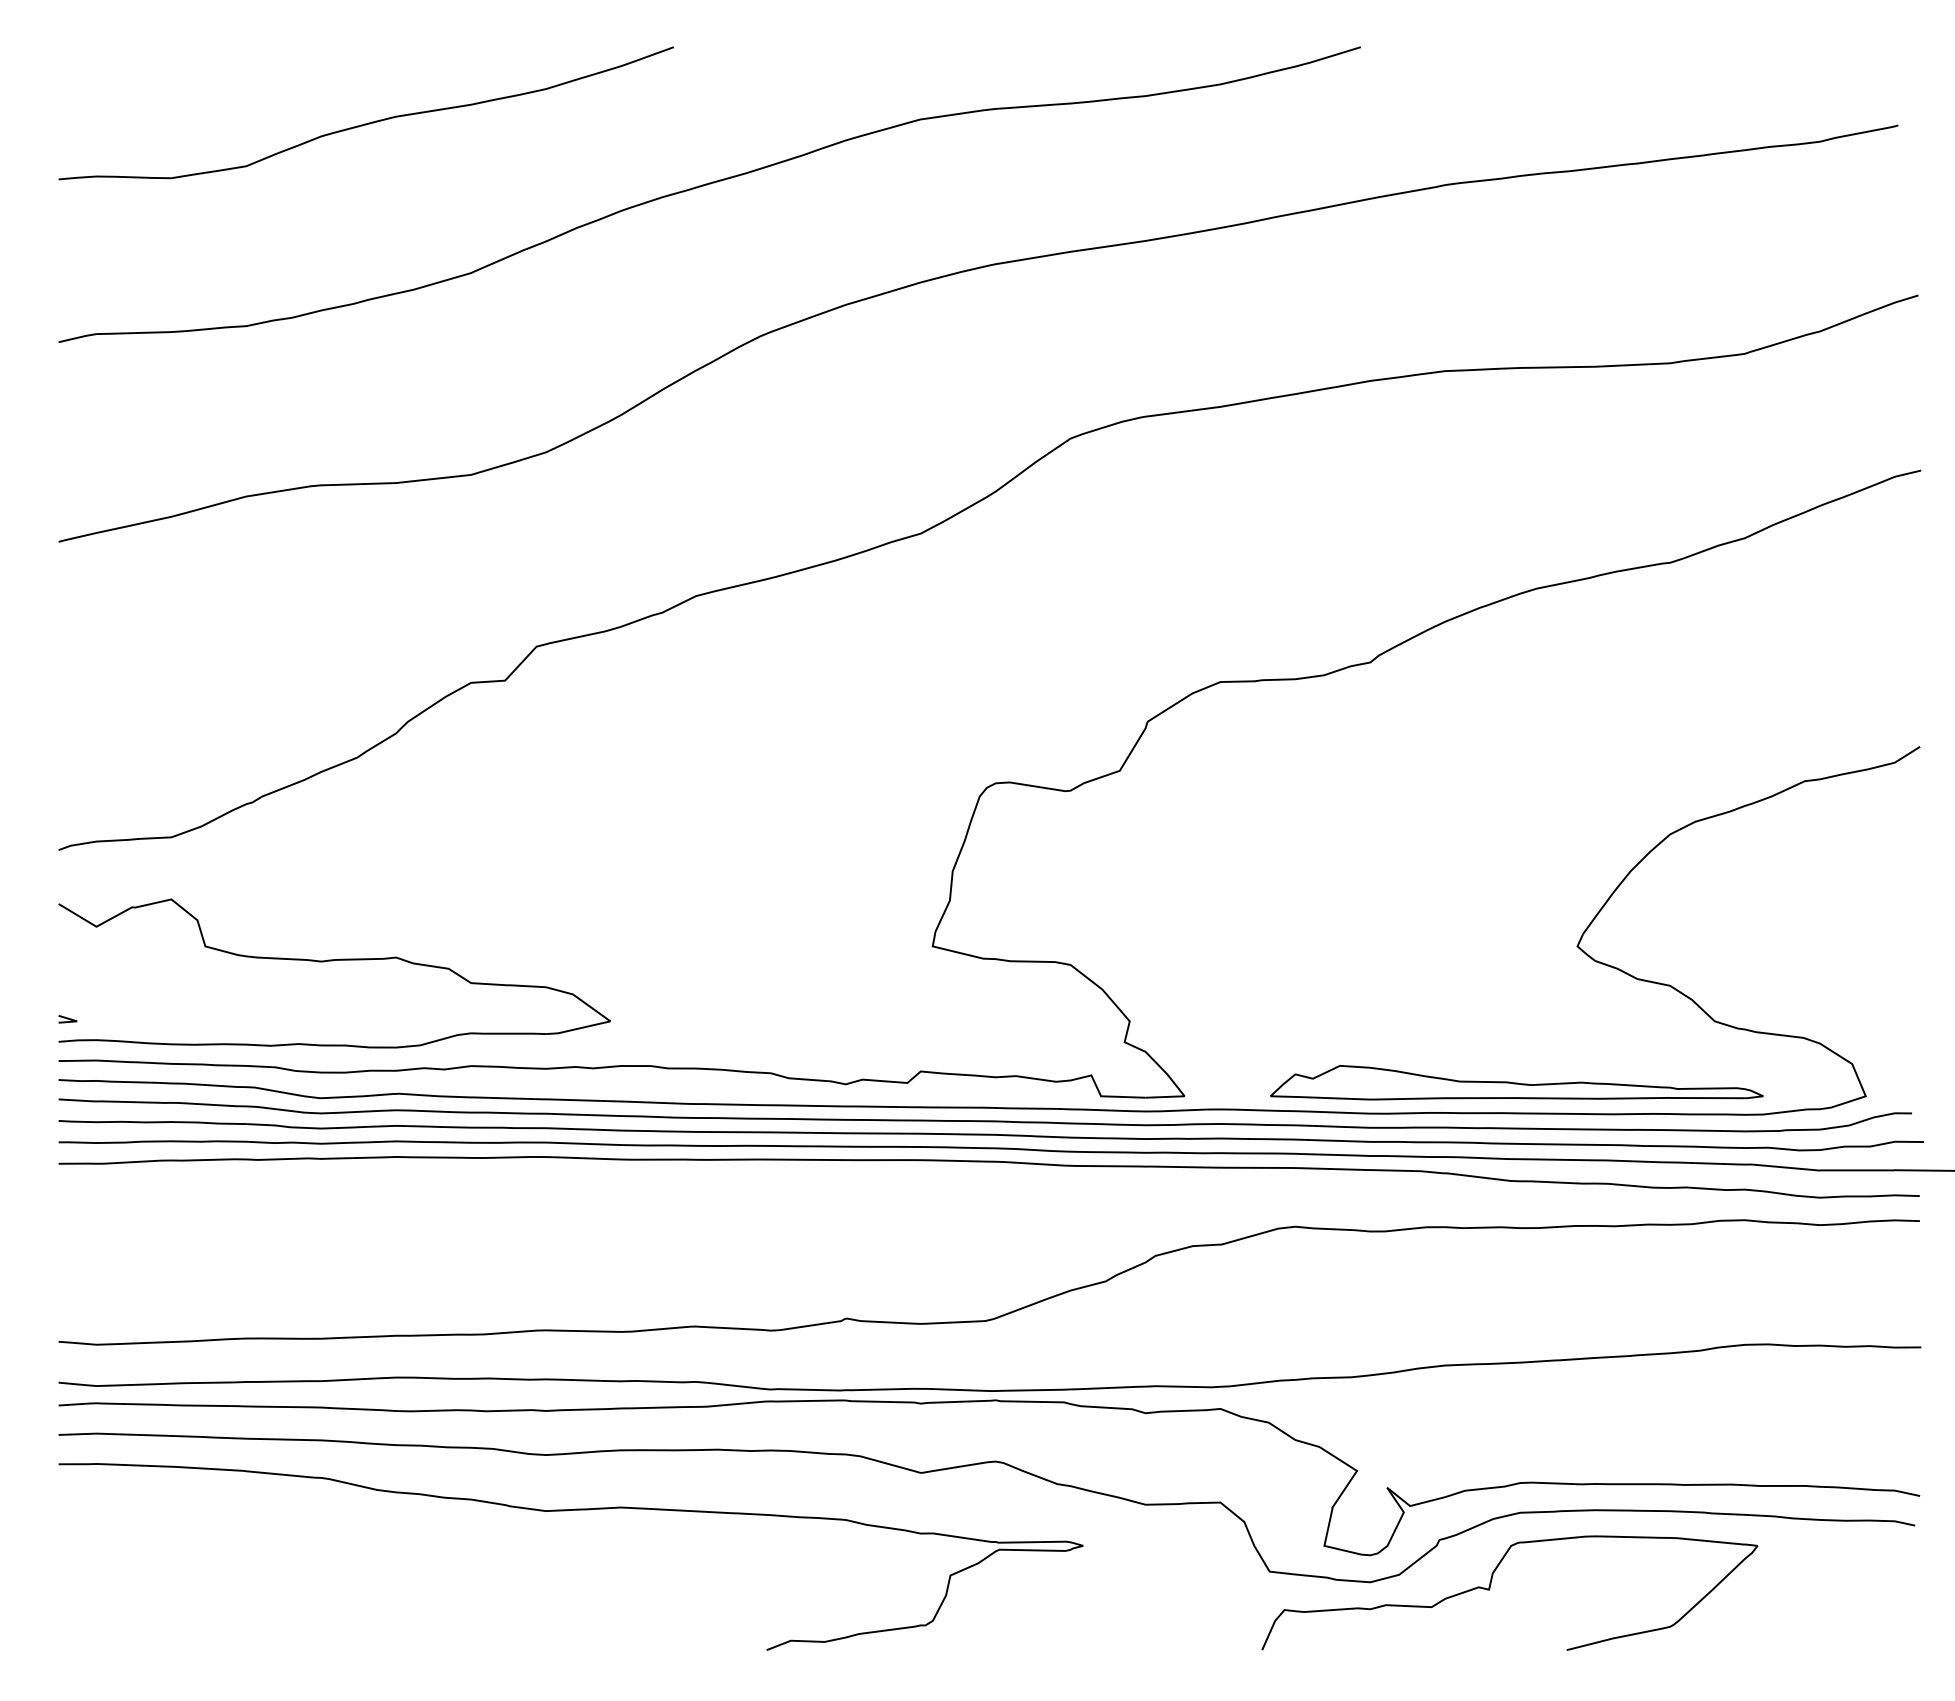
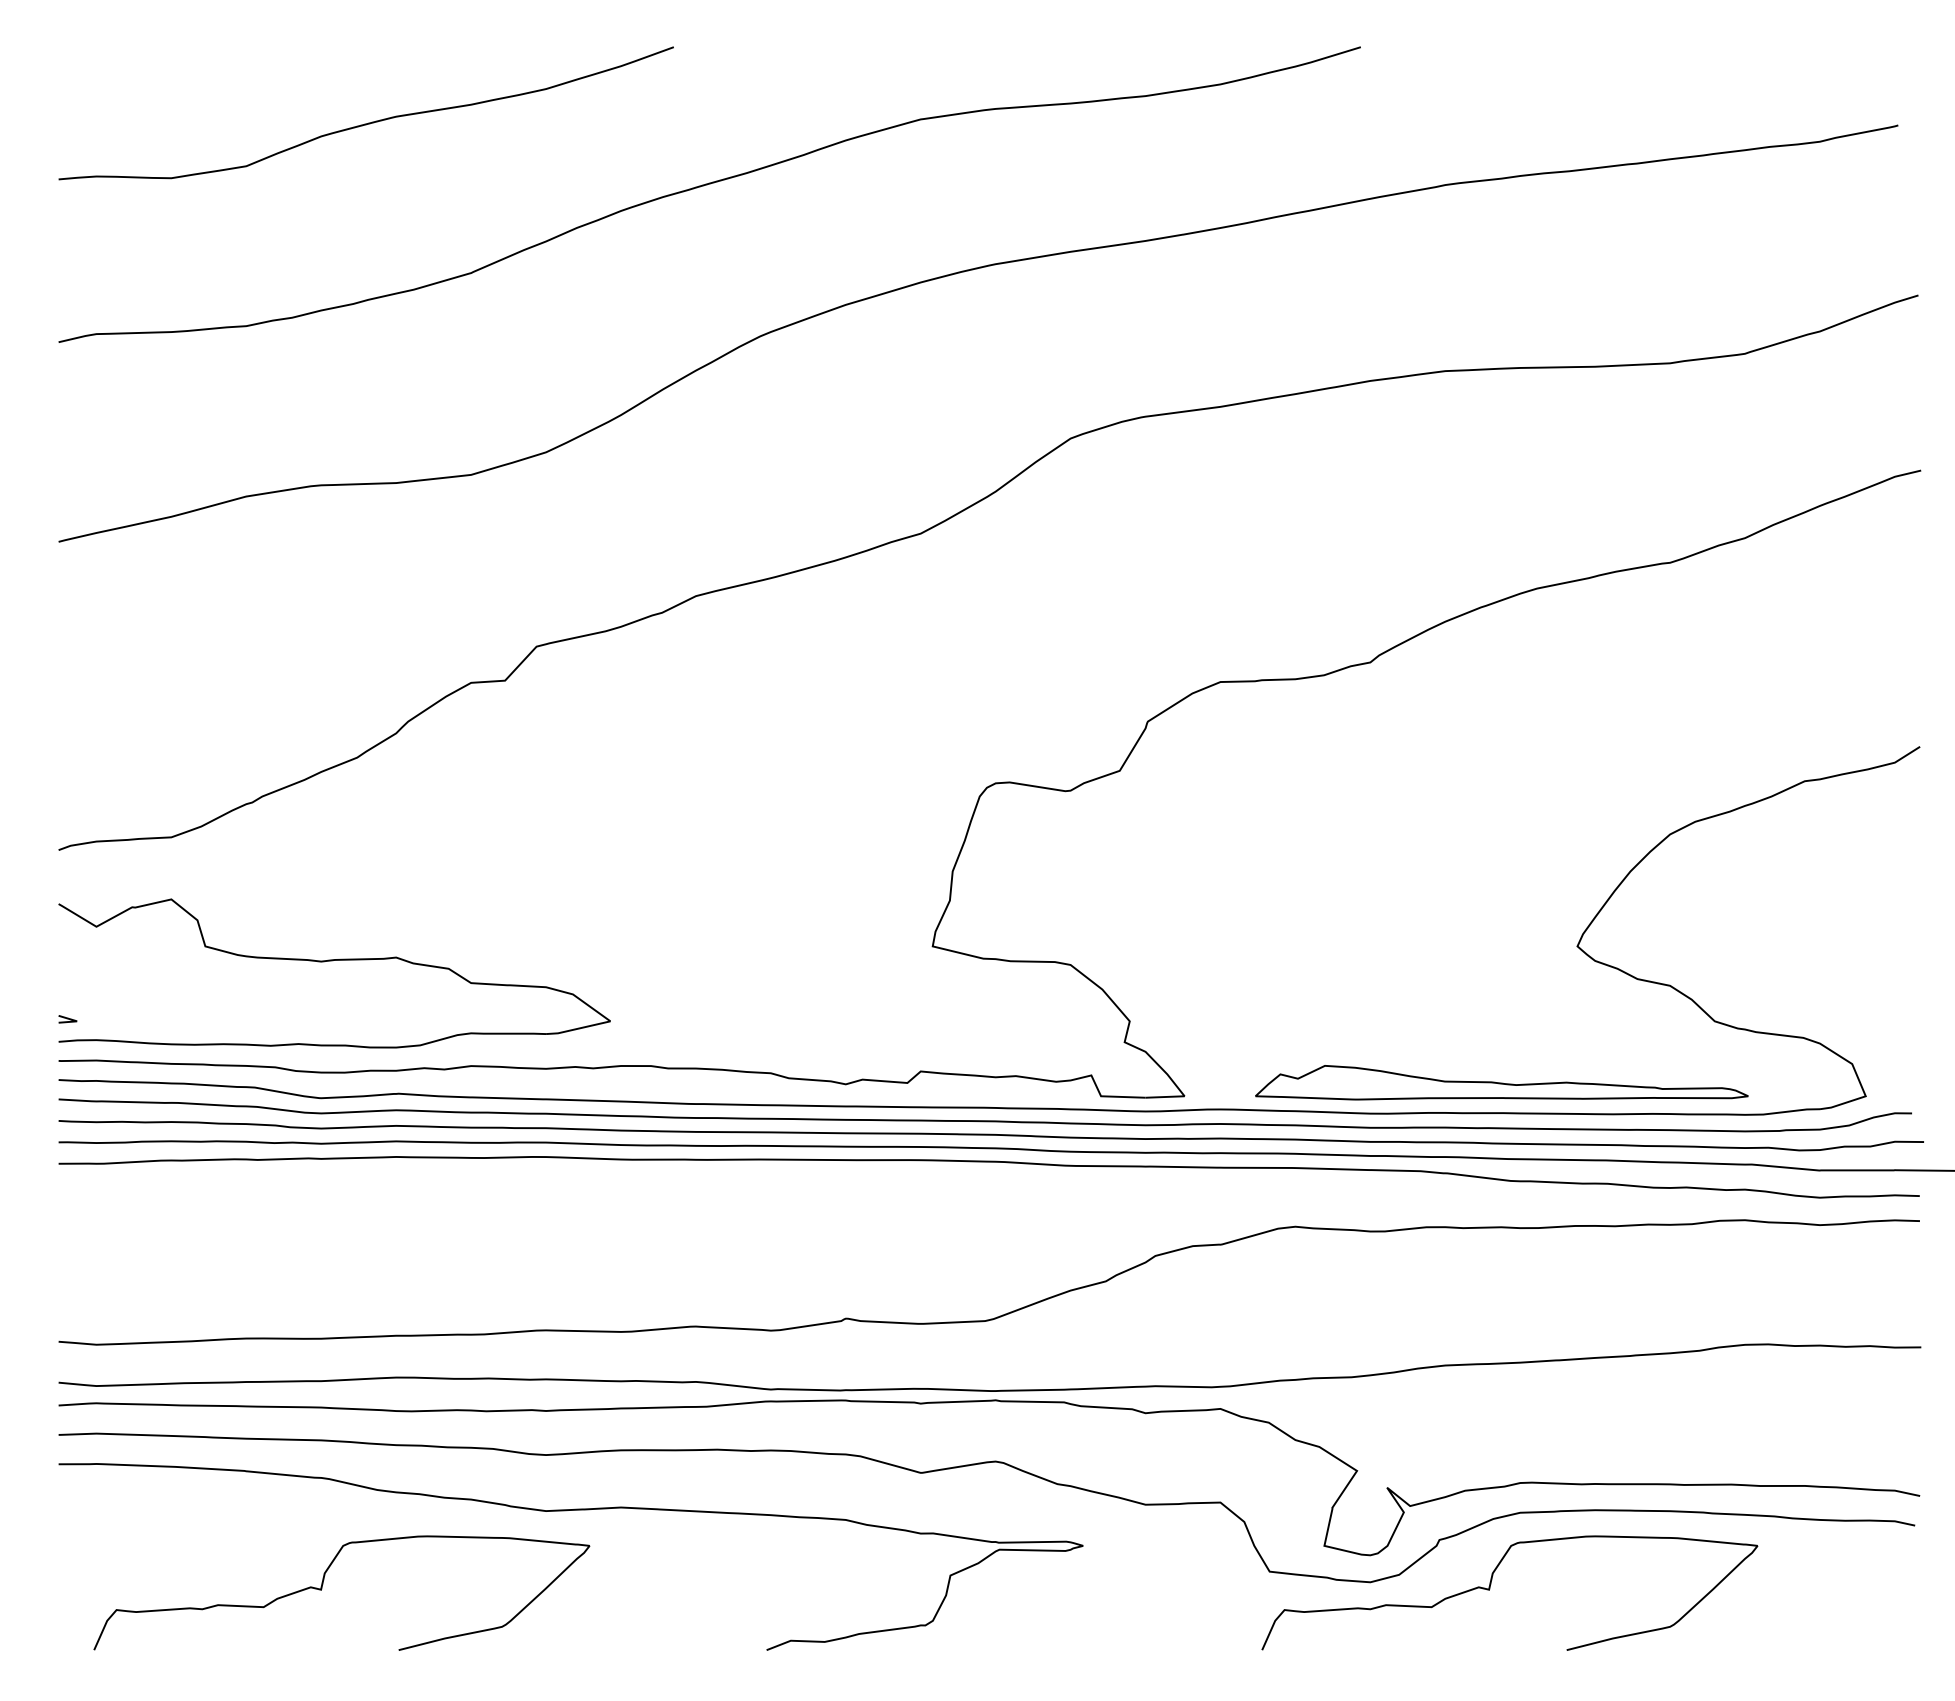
part at (1516, 1082) position: (1516, 1082) -> (1501, 1082)
curve at (322, 1589): none -> present
